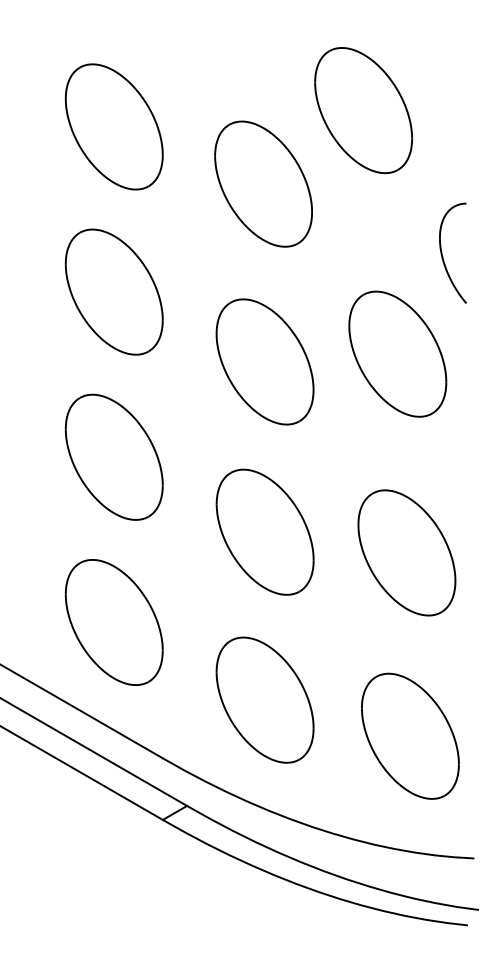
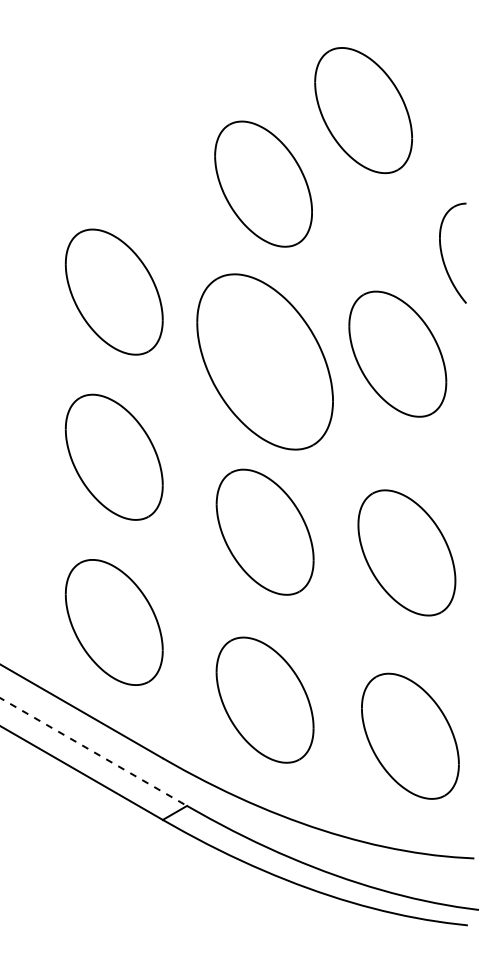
part at (113, 126): present -> none
part at (264, 361) size: 100x128 px -> 138x178 px
line at (93, 751): solid -> dashed
